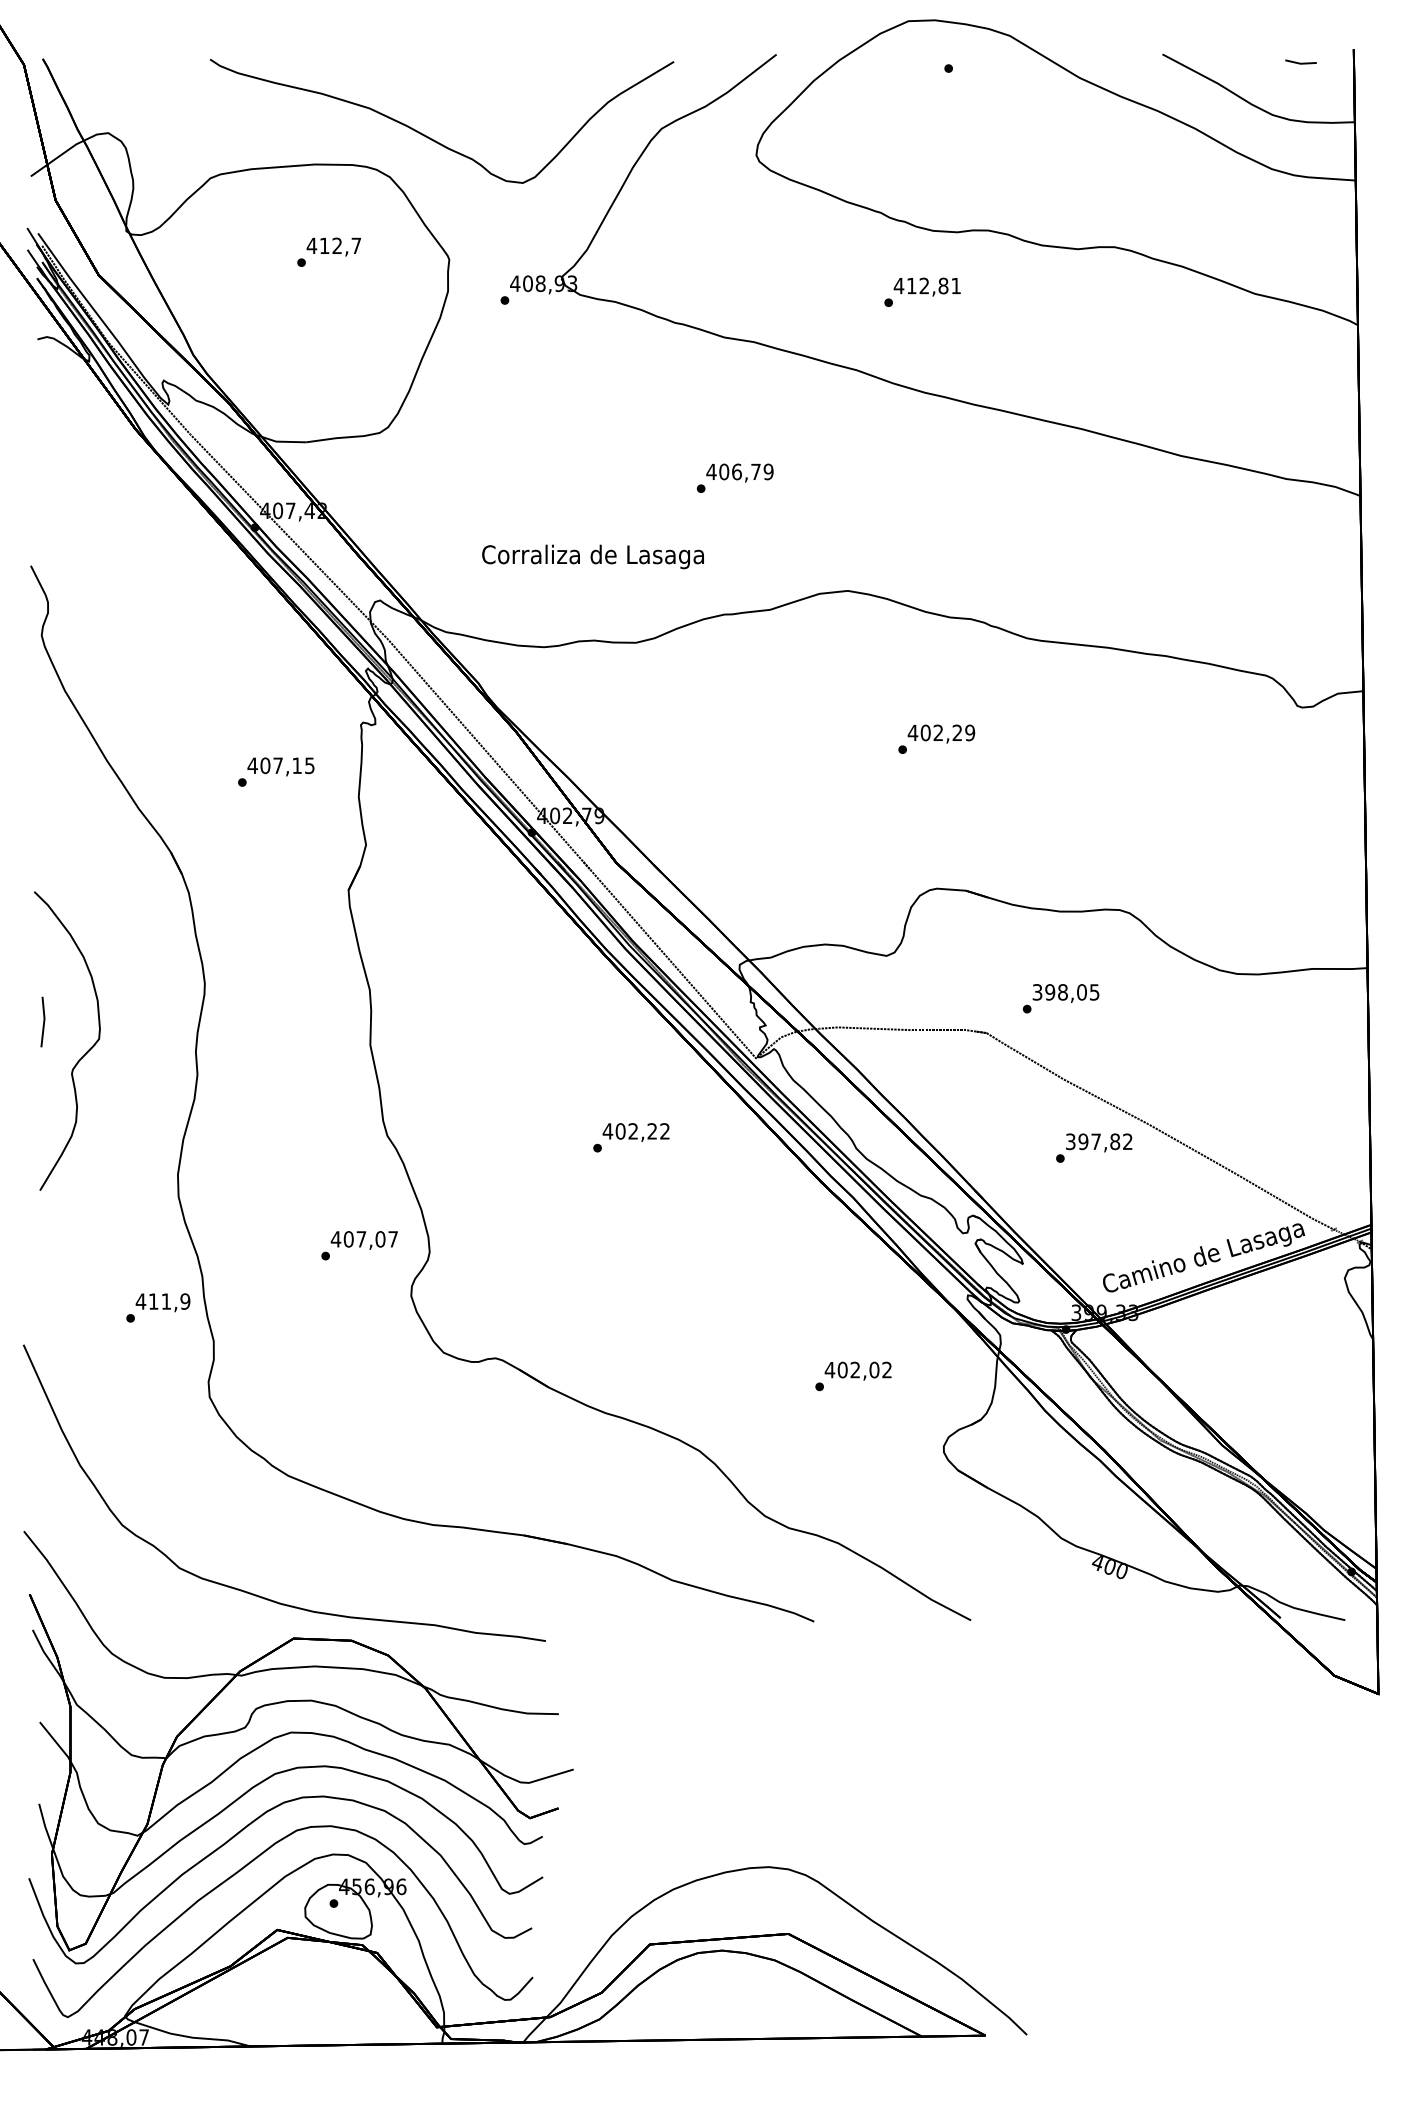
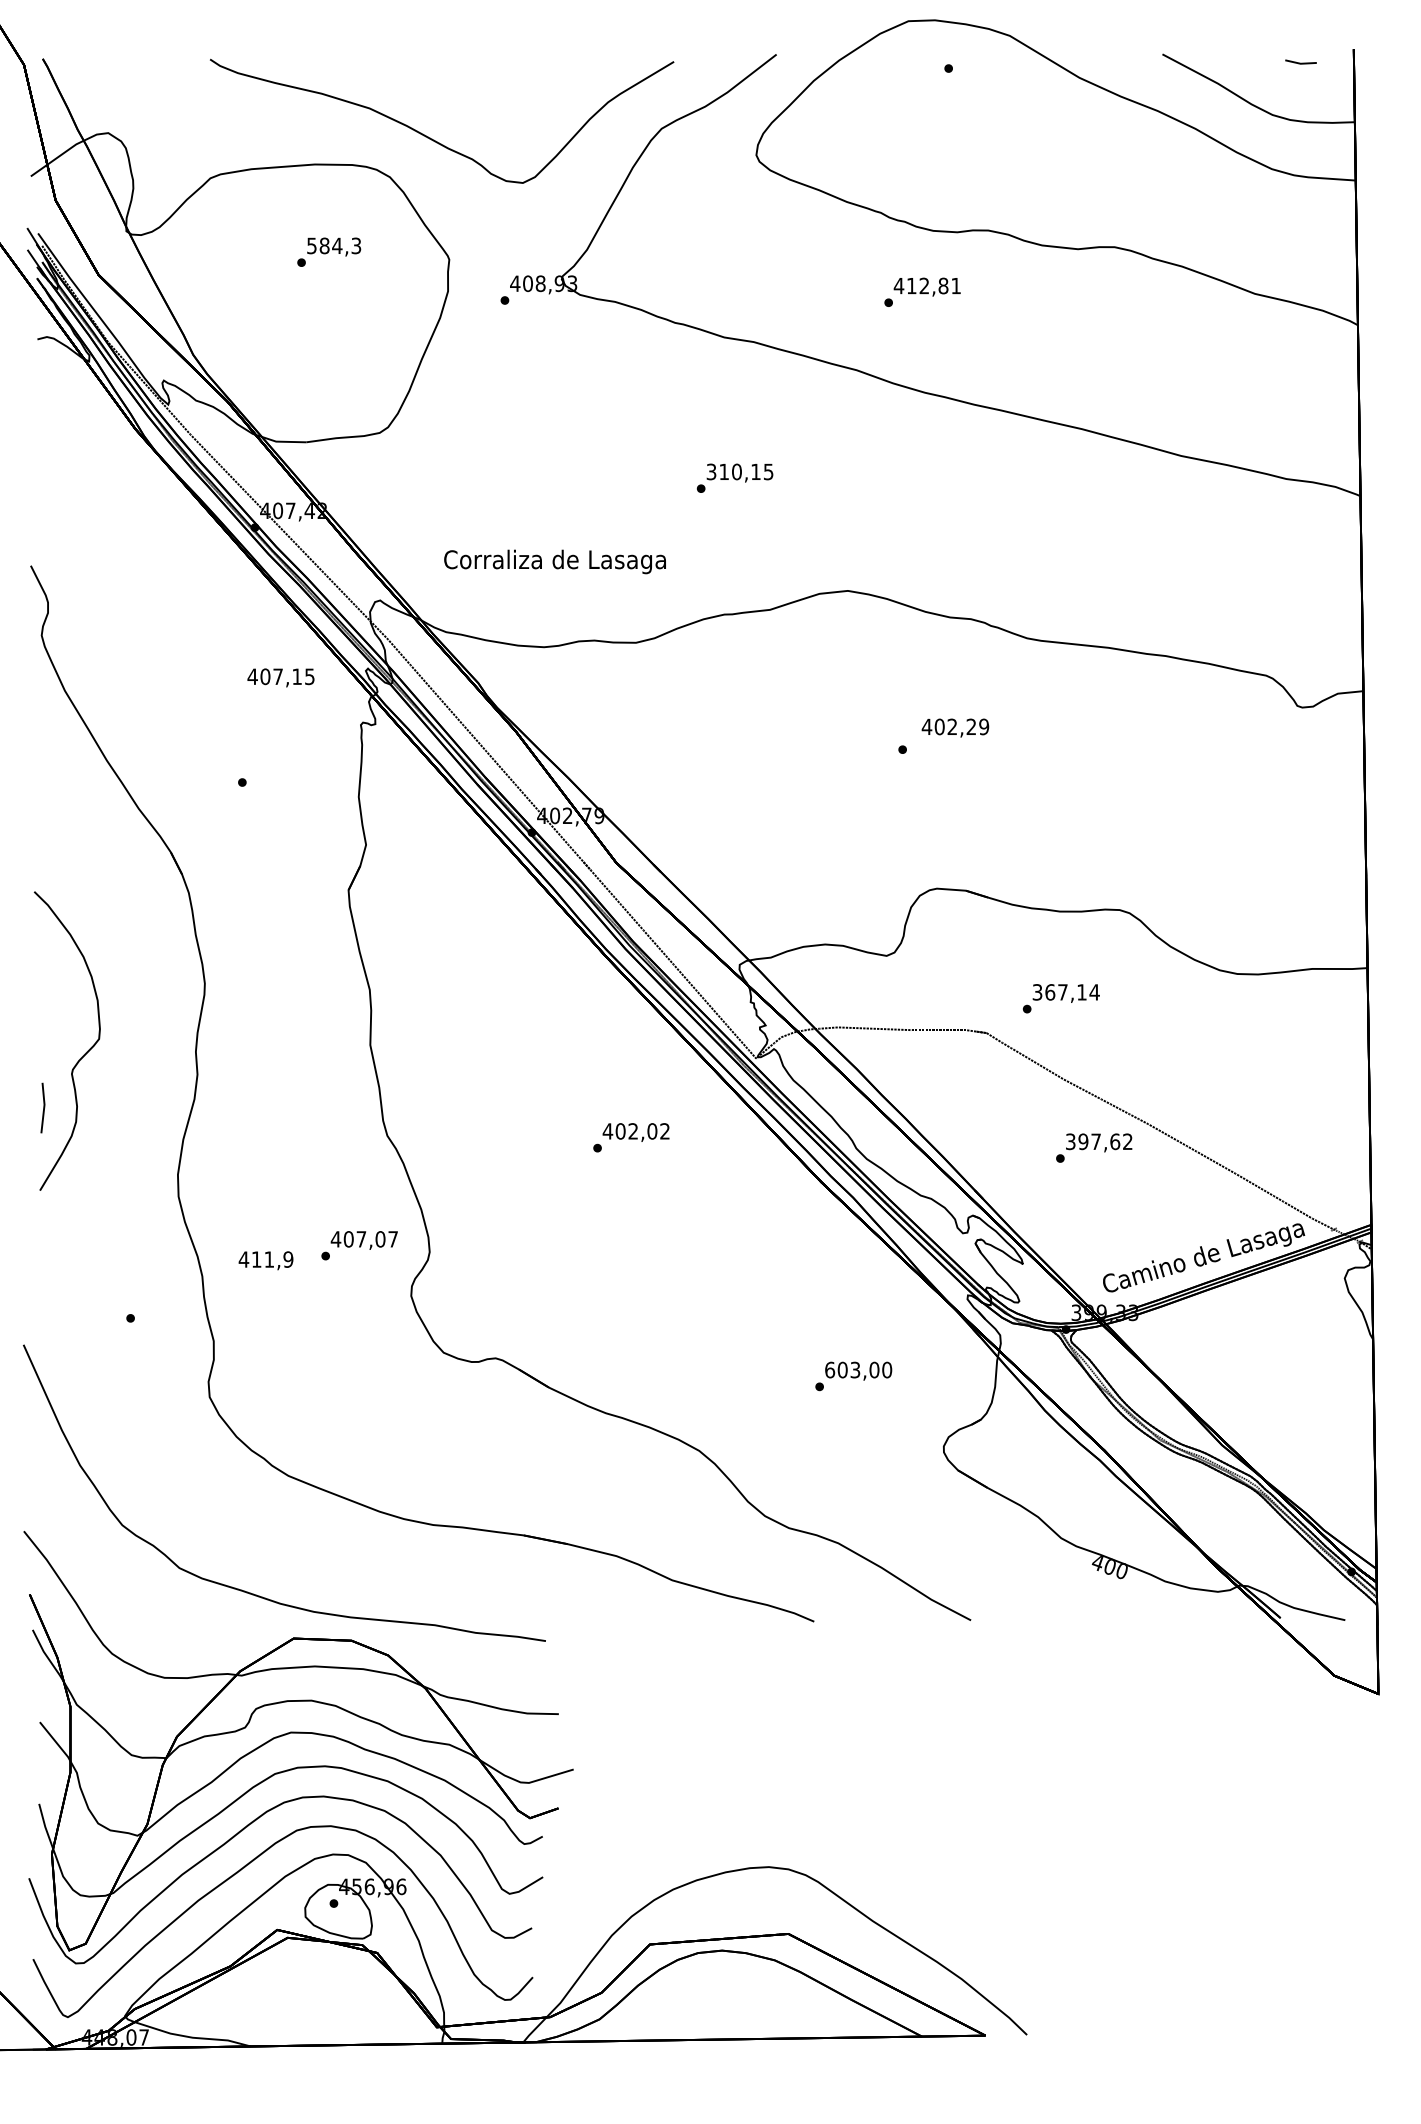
text at (333, 245): 412,7 -> 584,3
text at (739, 471): 406,79 -> 310,15
text at (592, 556) position: (592, 556) -> (554, 561)
text at (941, 733) position: (941, 733) -> (955, 727)
text at (280, 766) position: (280, 766) -> (280, 677)
text at (1072, 992): 398,05 -> 367,14
line at (43, 1021) position: (43, 1021) -> (43, 1107)
text at (652, 1131): 402,22 -> 402,02
text at (1115, 1141): 397,82 -> 397,62
text at (162, 1302) position: (162, 1302) -> (265, 1260)
text at (858, 1369): 402,02 -> 603,00
